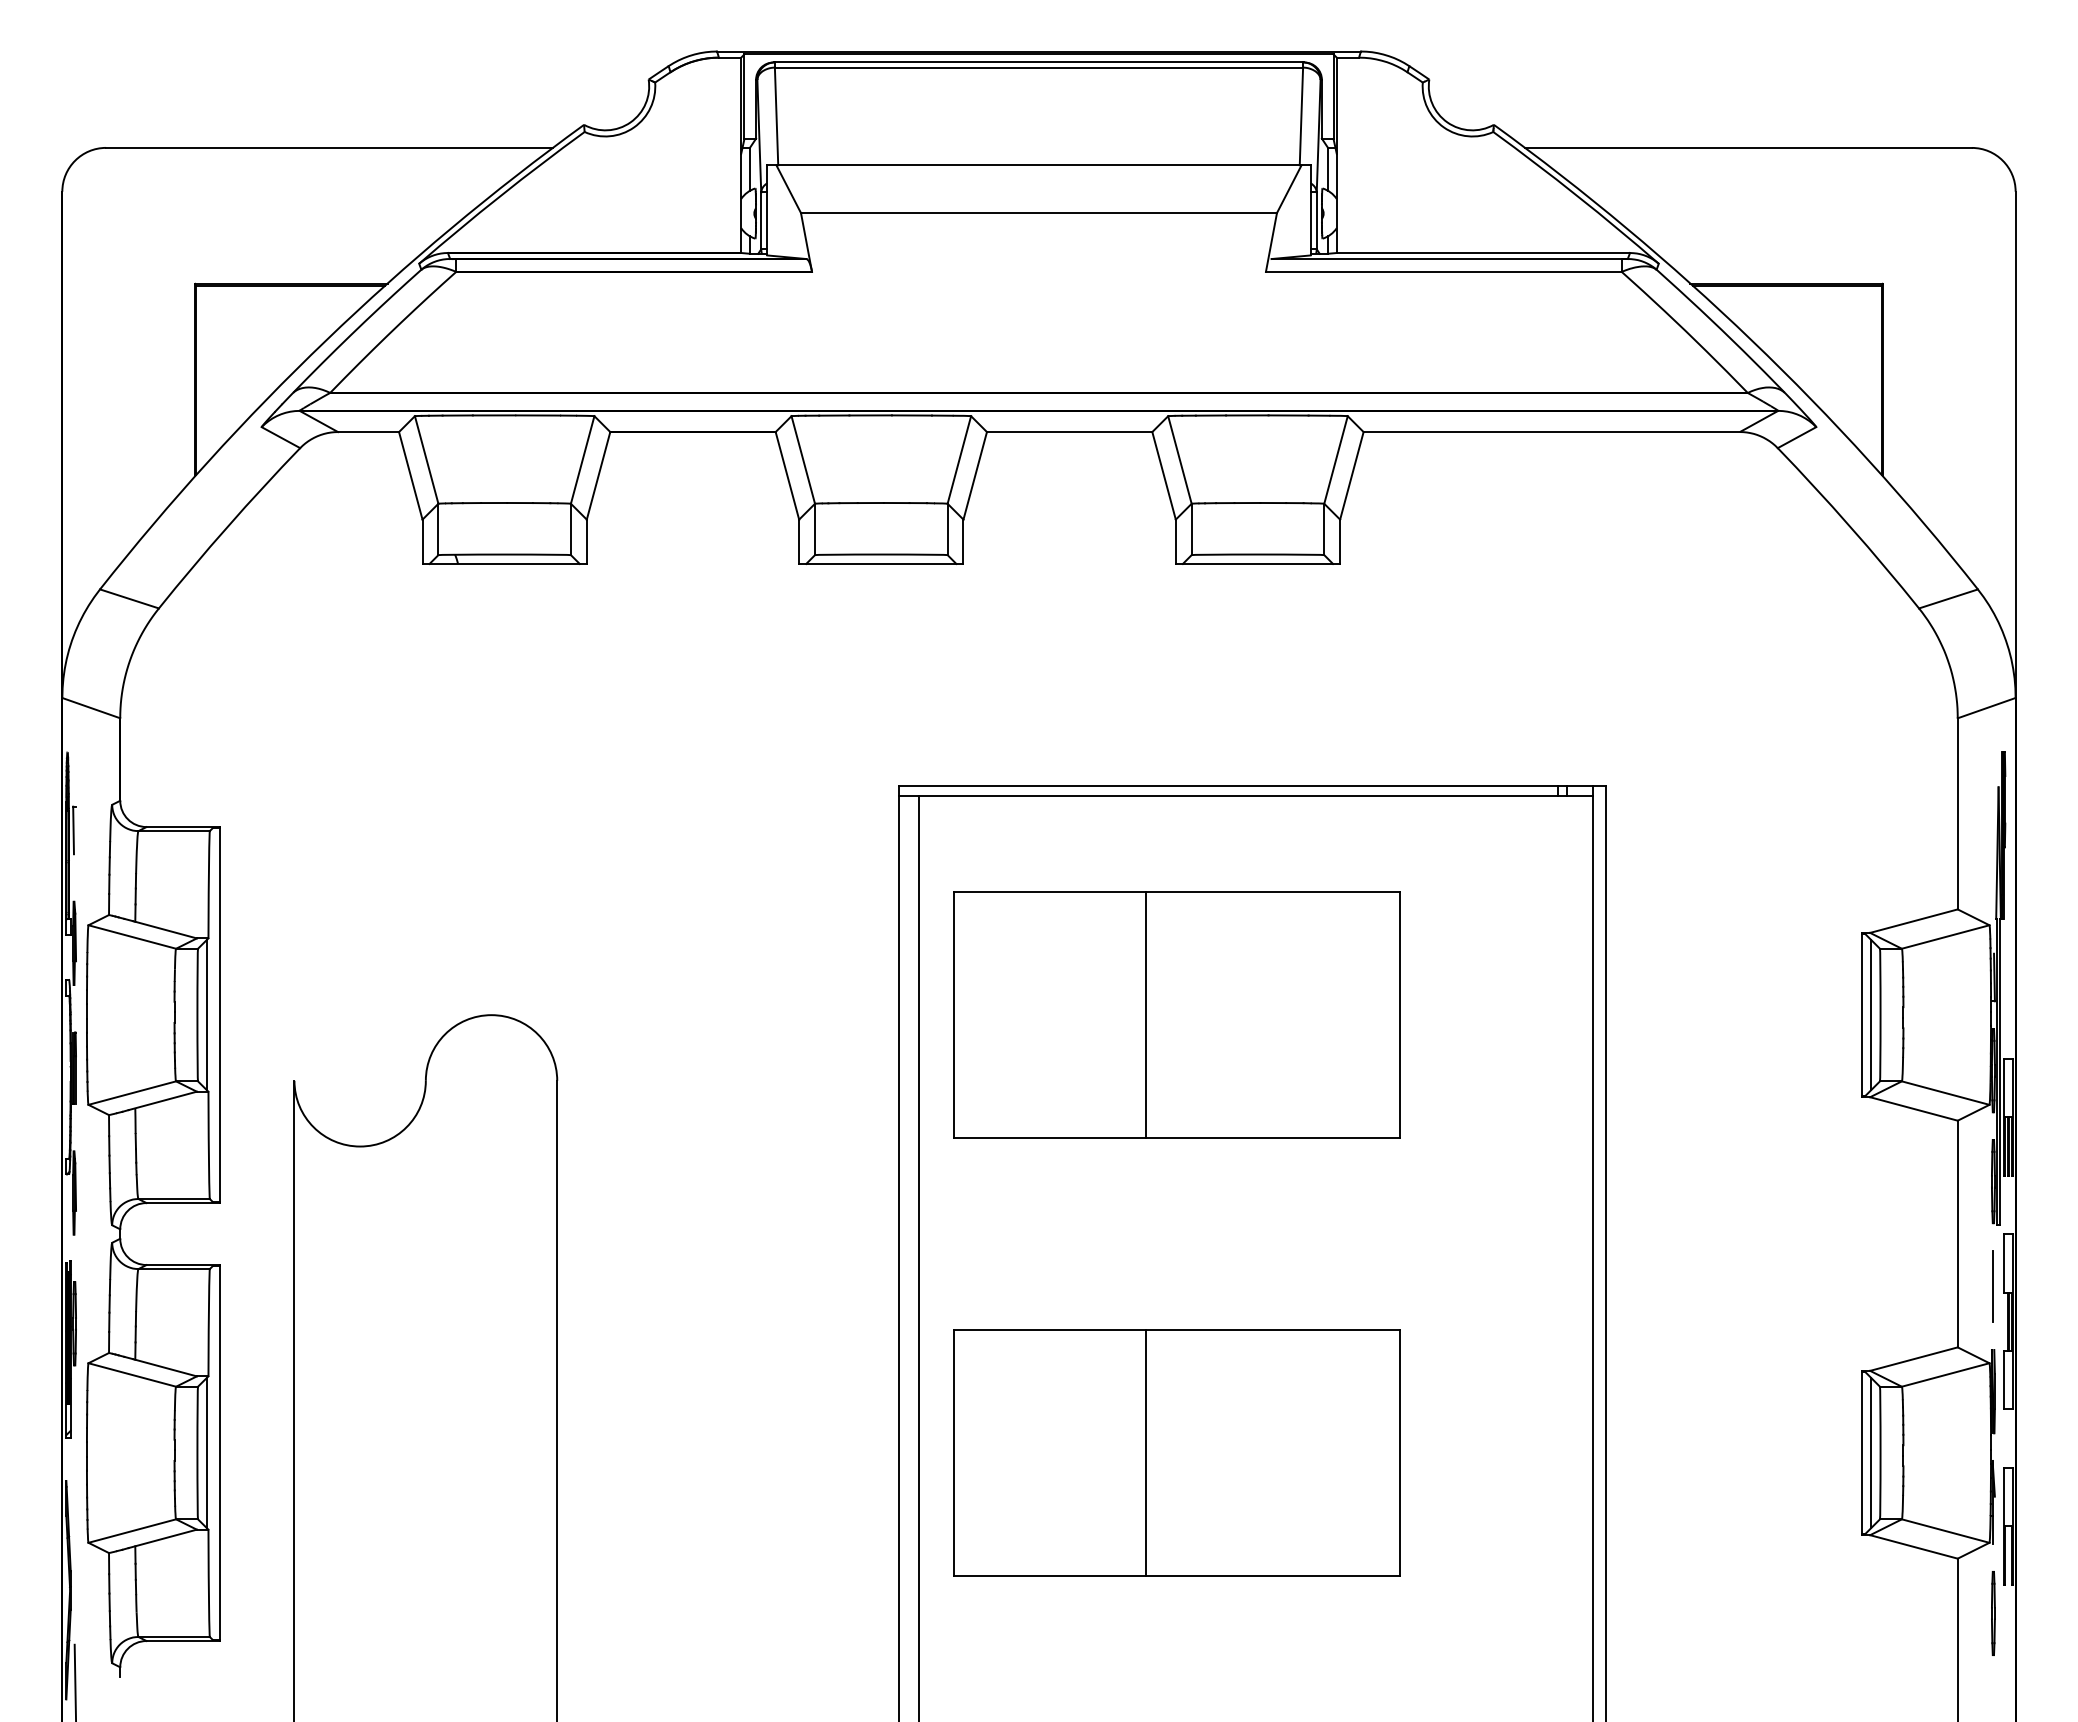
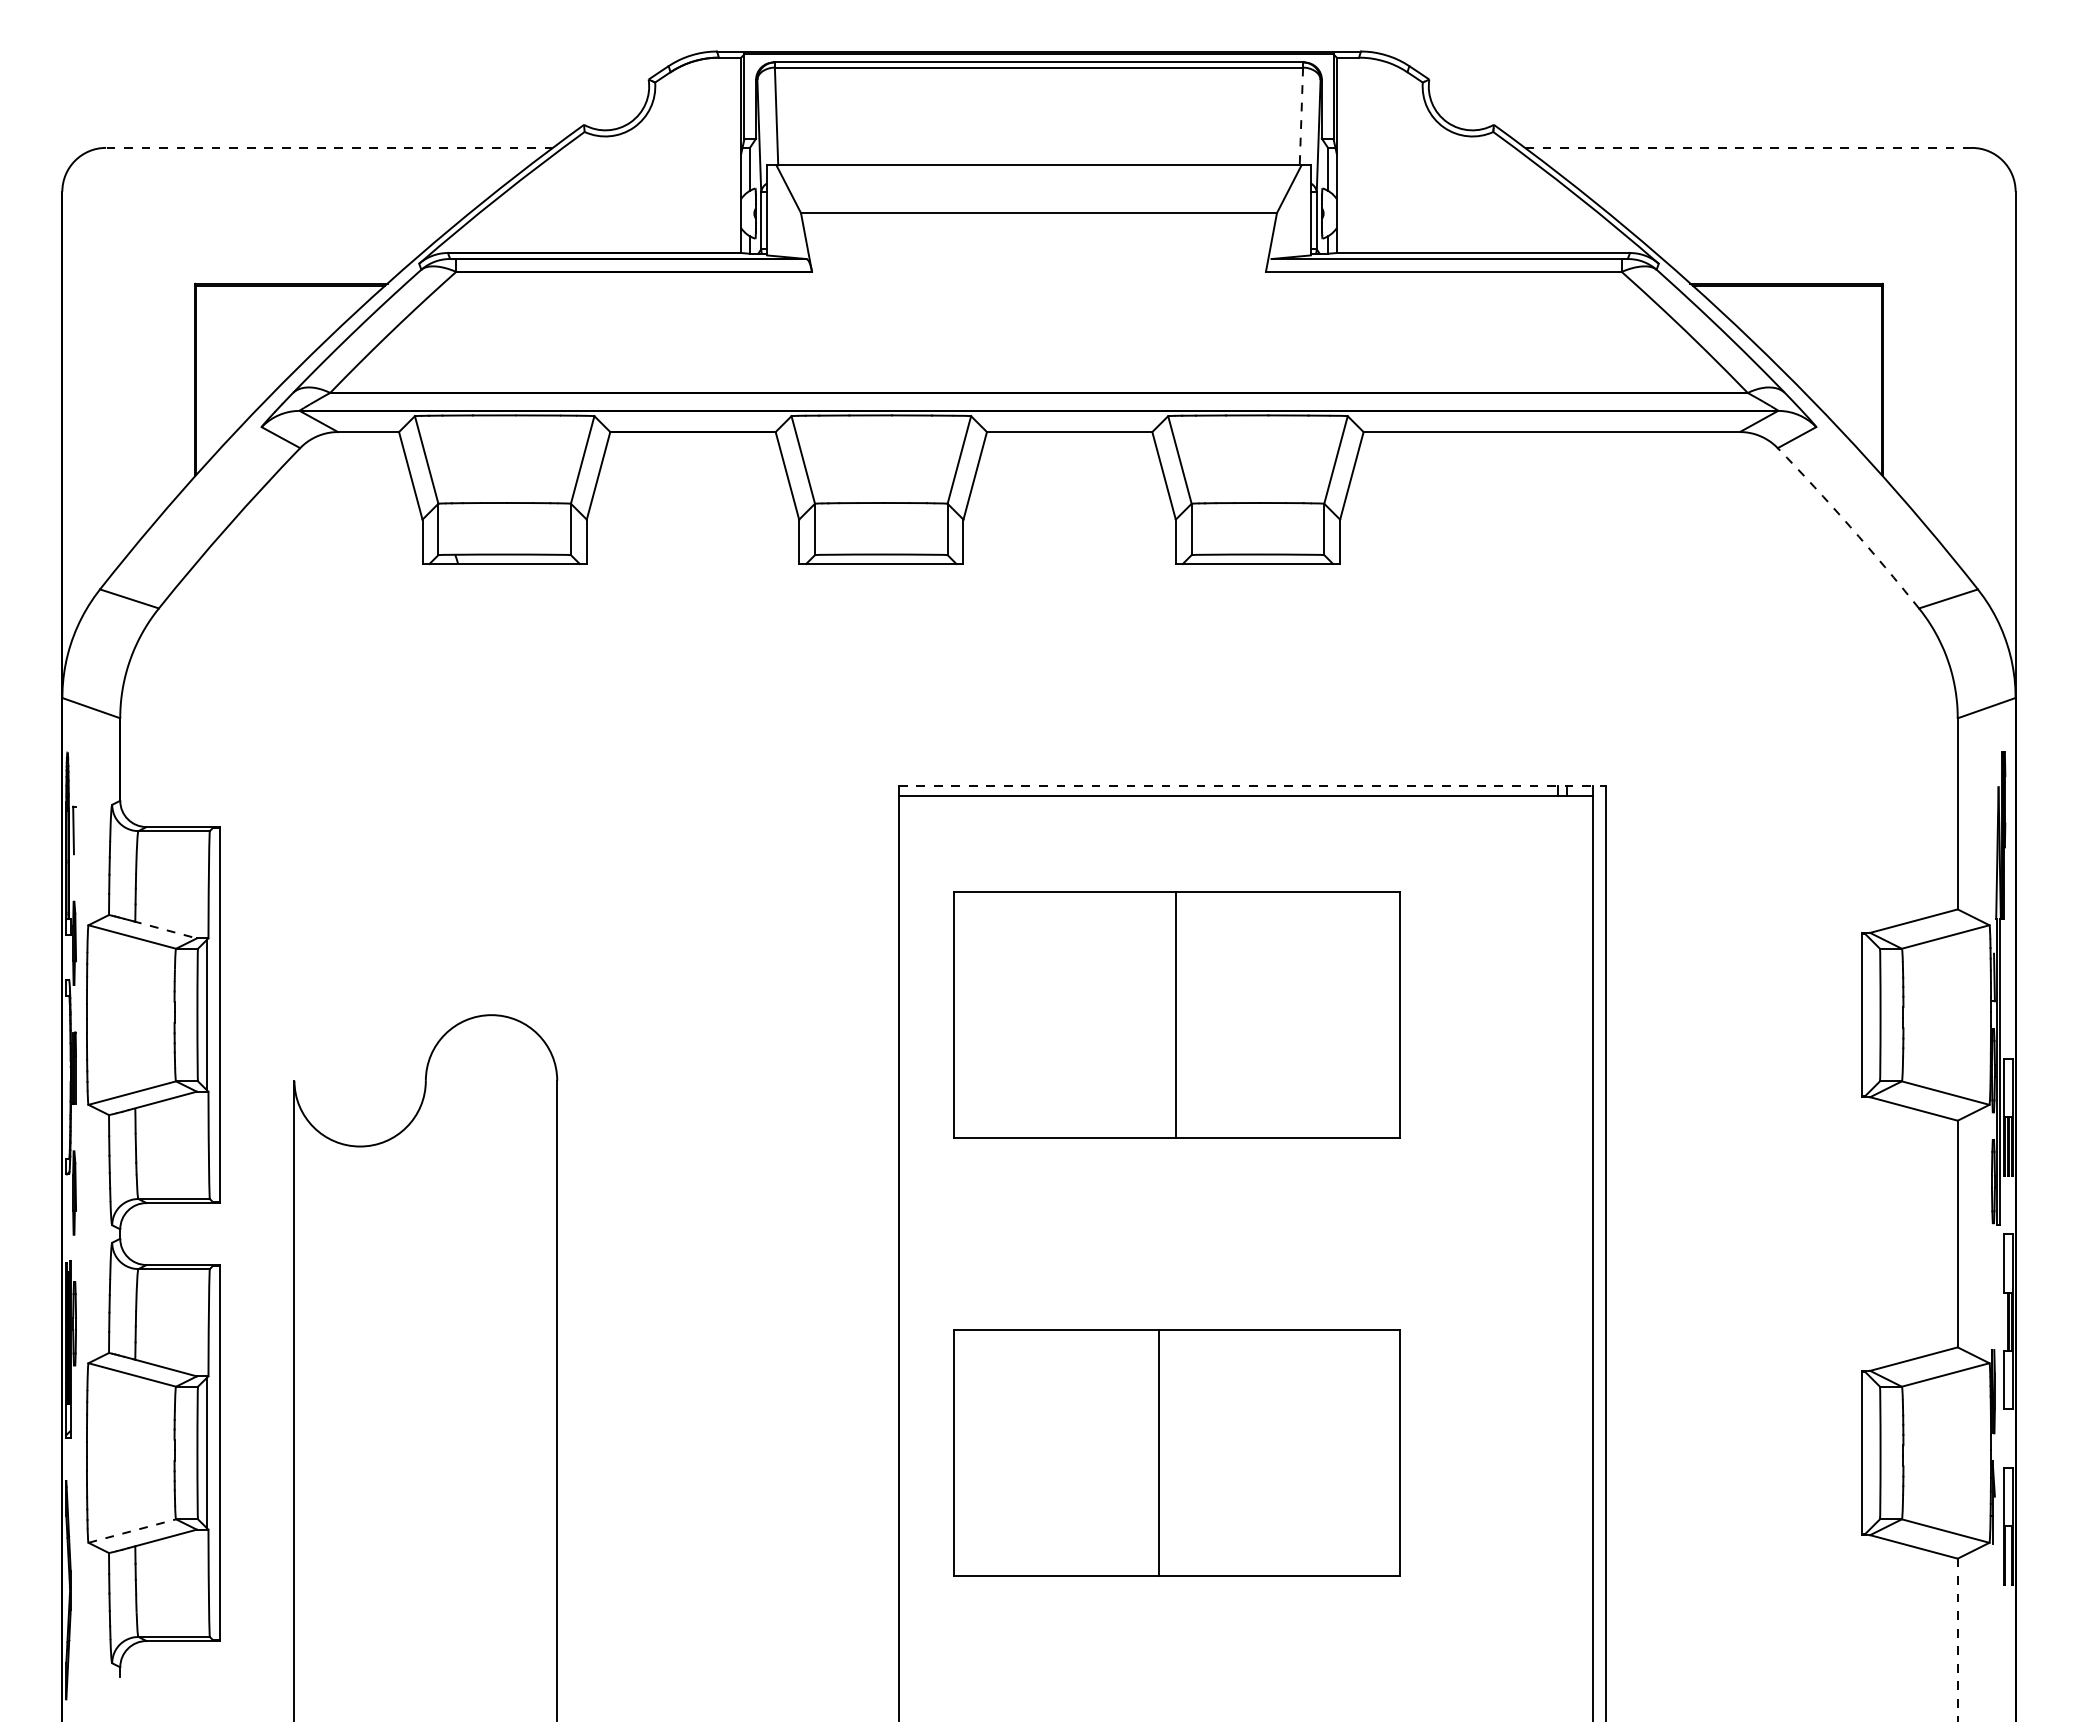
line at (1301, 116): solid -> dashed
line at (329, 147): solid -> dashed
line at (1748, 147): solid -> dashed
arc at (1850, 526): solid -> dashed
line at (1252, 785): solid -> dashed
line at (165, 929): solid -> dashed
line at (1146, 1014) position: (1146, 1014) -> (1176, 1014)
line at (1871, 1015): present -> none
line at (918, 1257): present -> none
line at (1992, 1286): present -> none
line at (1146, 1452) position: (1146, 1452) -> (1159, 1452)
line at (1871, 1452): present -> none
line at (132, 1530): solid -> dashed
line at (1992, 1613): present -> none
line at (1957, 1640): solid -> dashed
line at (75, 1681): present -> none
